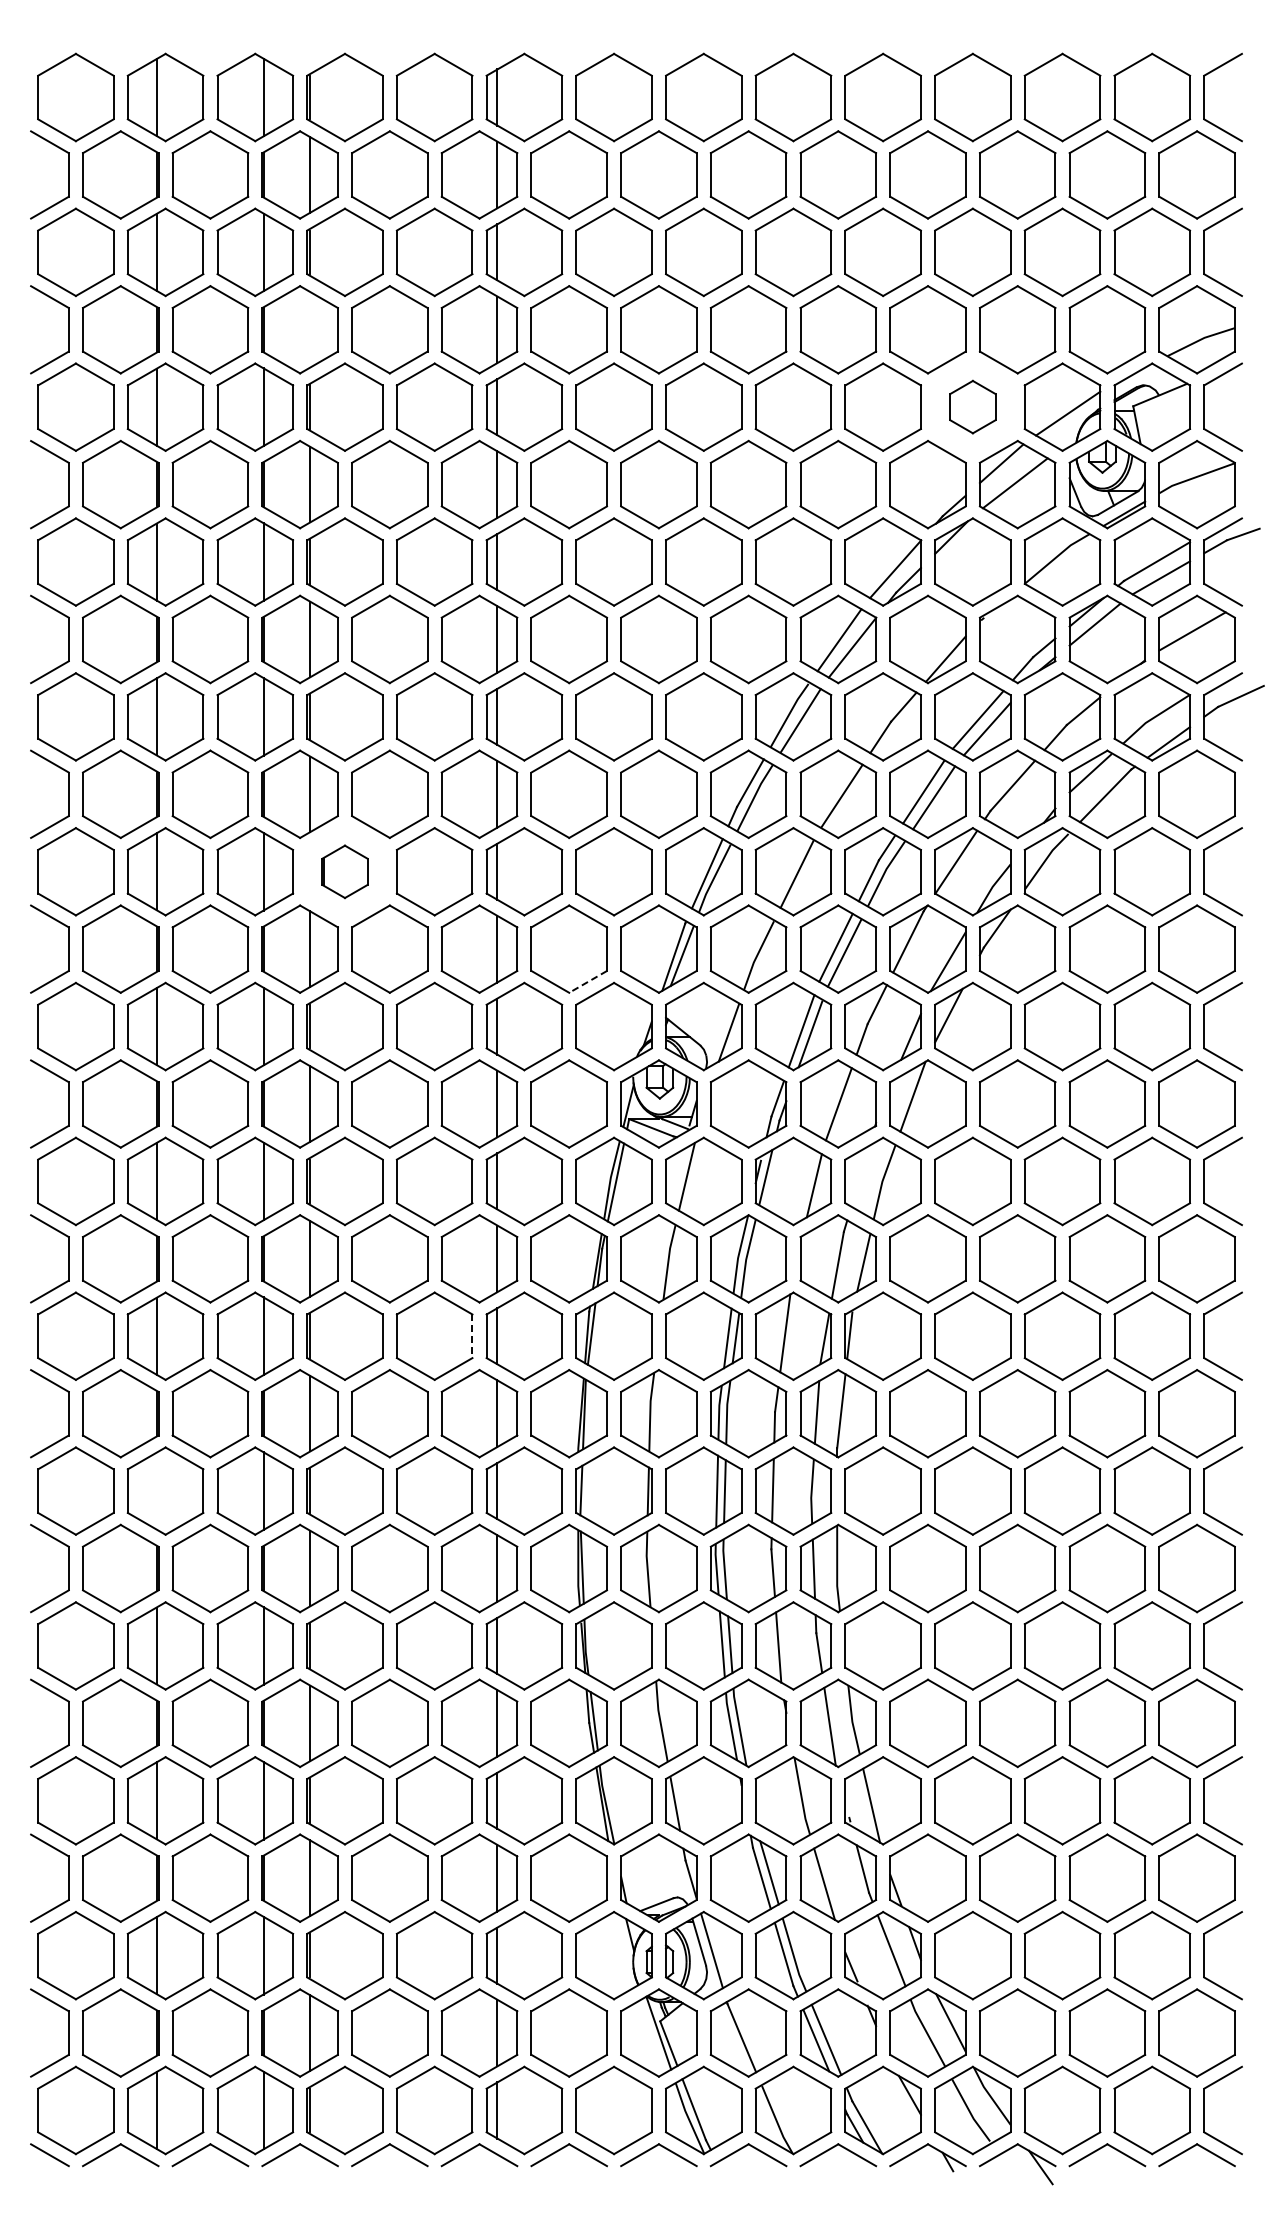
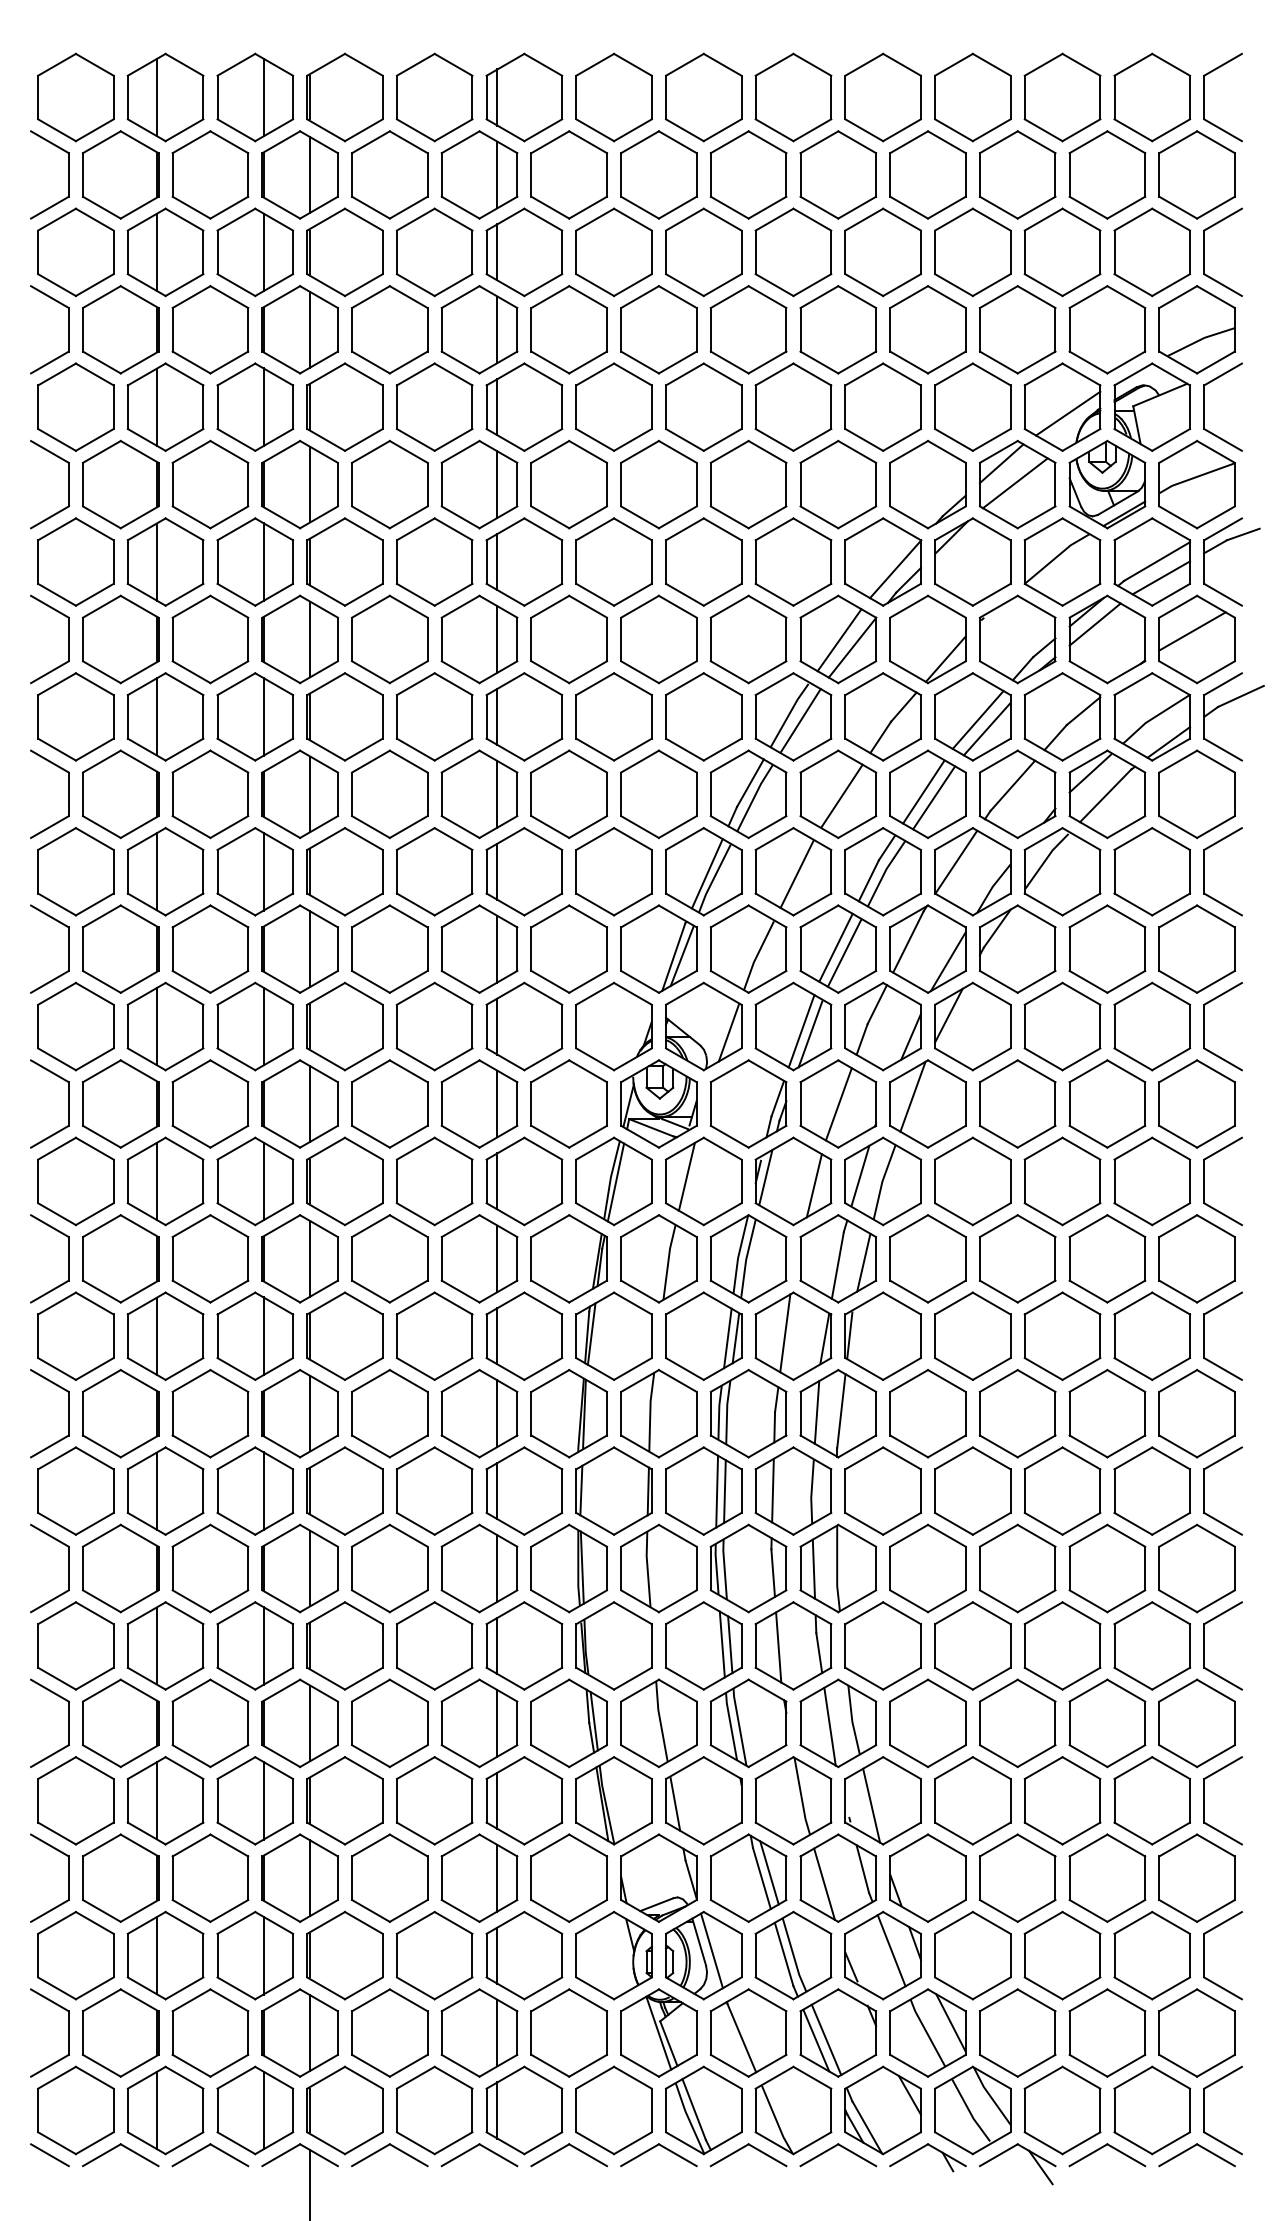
line at (310, 329): none -> present
part at (972, 406) size: 48x56 px -> 78x90 px
part at (344, 871) size: 48x56 px -> 78x90 px
line at (588, 981): dashed -> solid
line at (860, 1175): none -> present
line at (472, 1336): dashed -> solid
line at (156, 1490): none -> present
line at (310, 2183): none -> present
